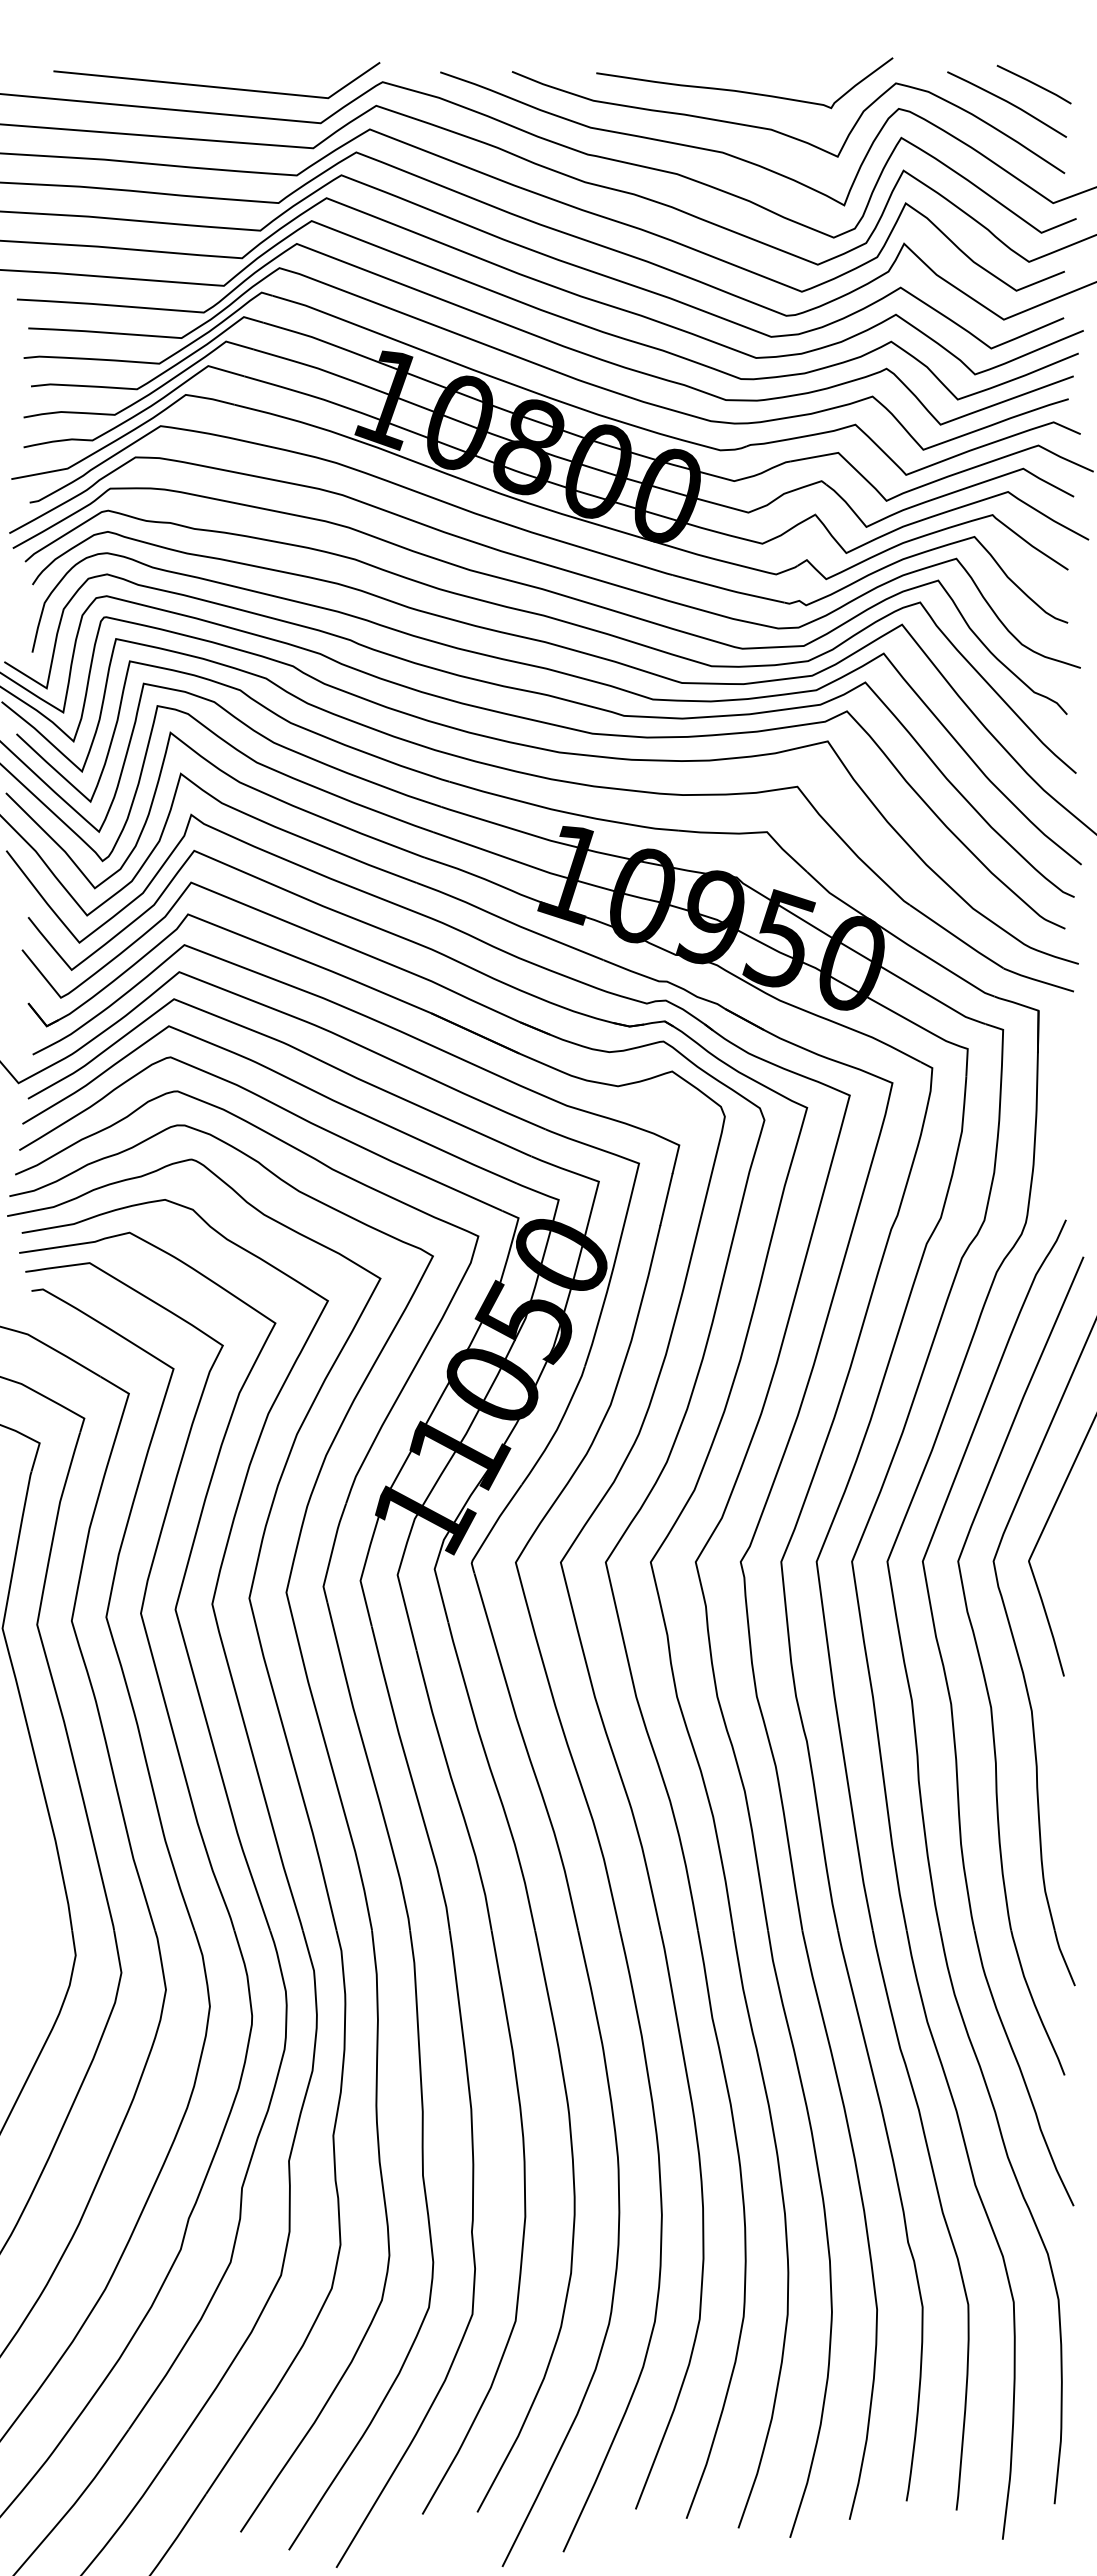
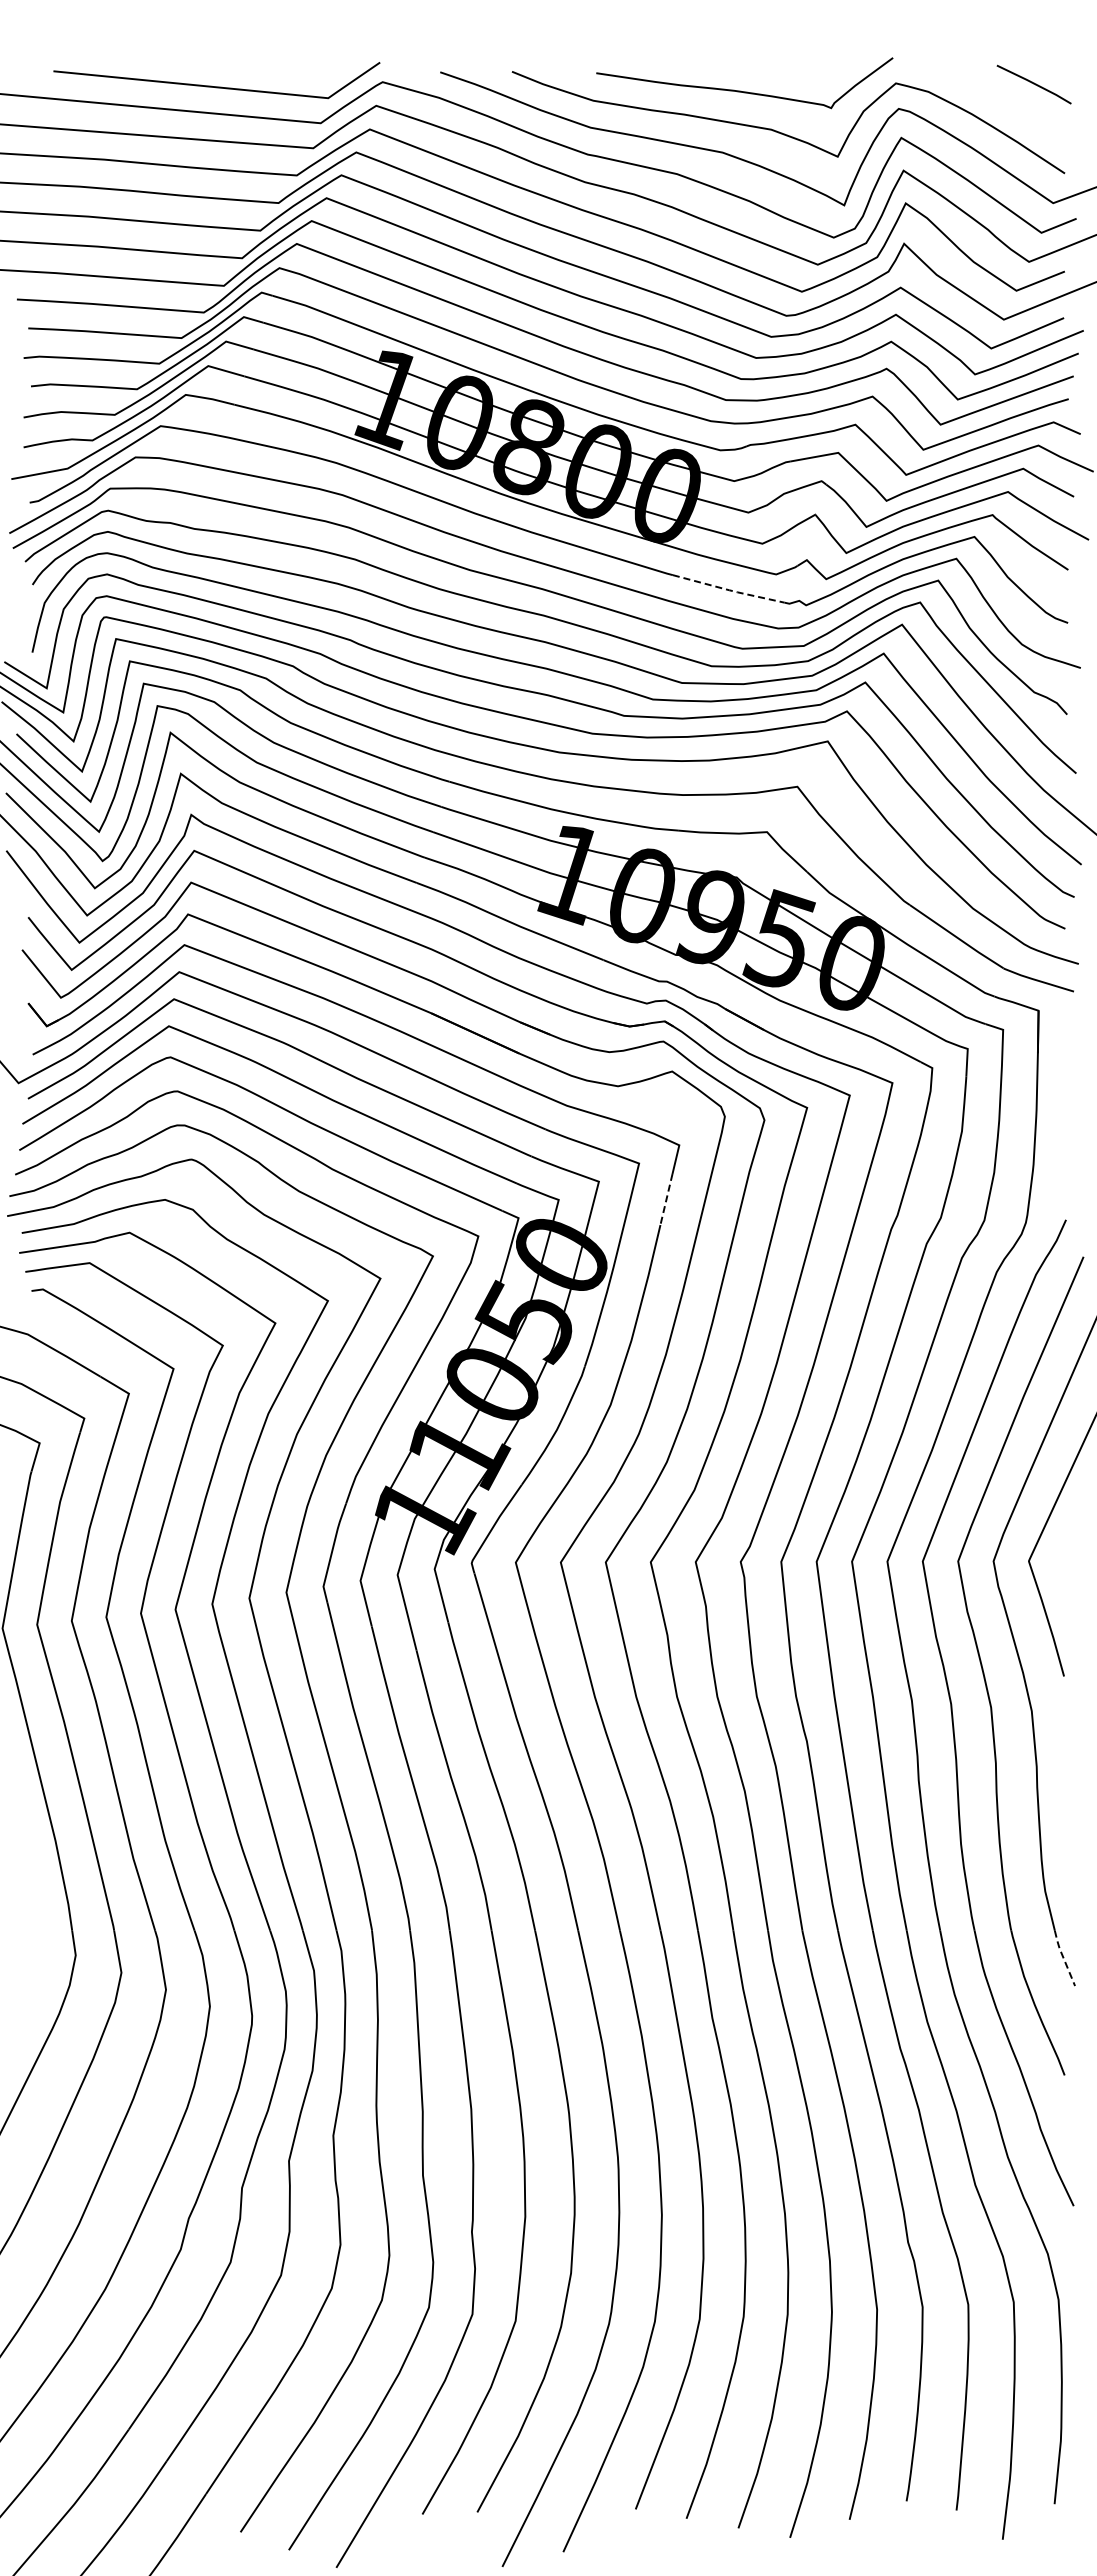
curve at (1006, 102): present -> none
line at (729, 590): solid -> dashed
line at (666, 1200): solid -> dashed
line at (1063, 1957): solid -> dashed
